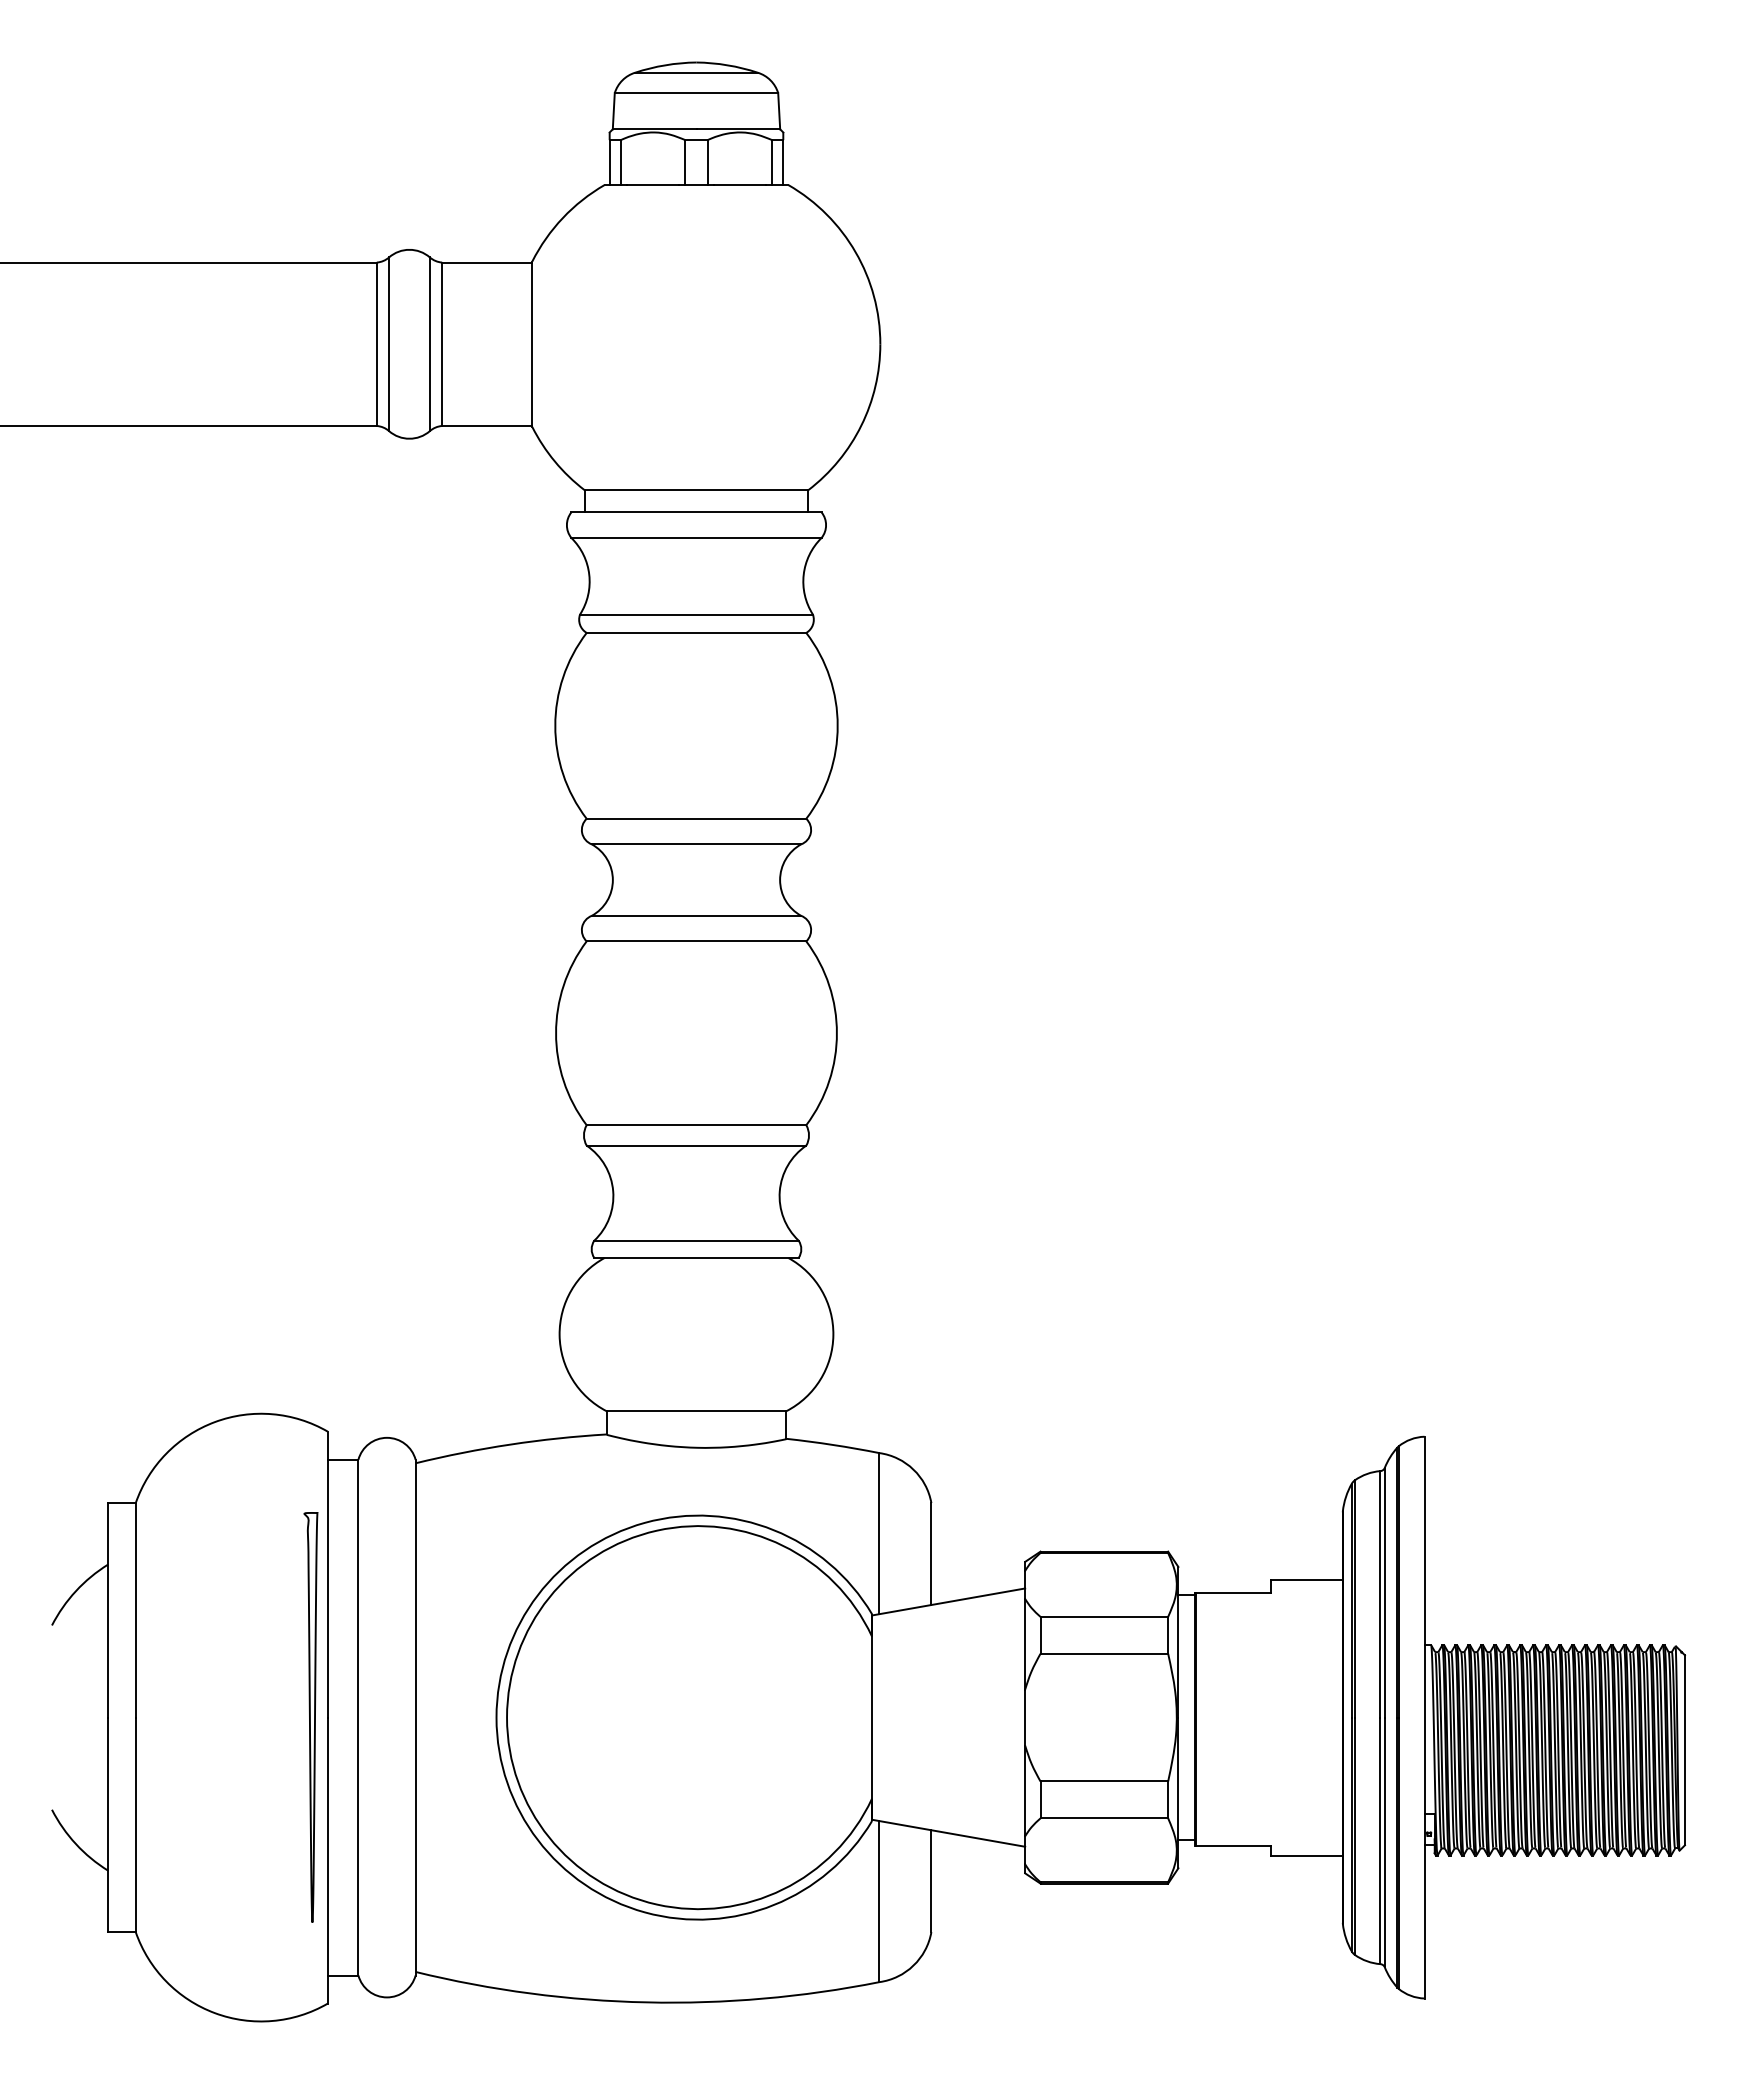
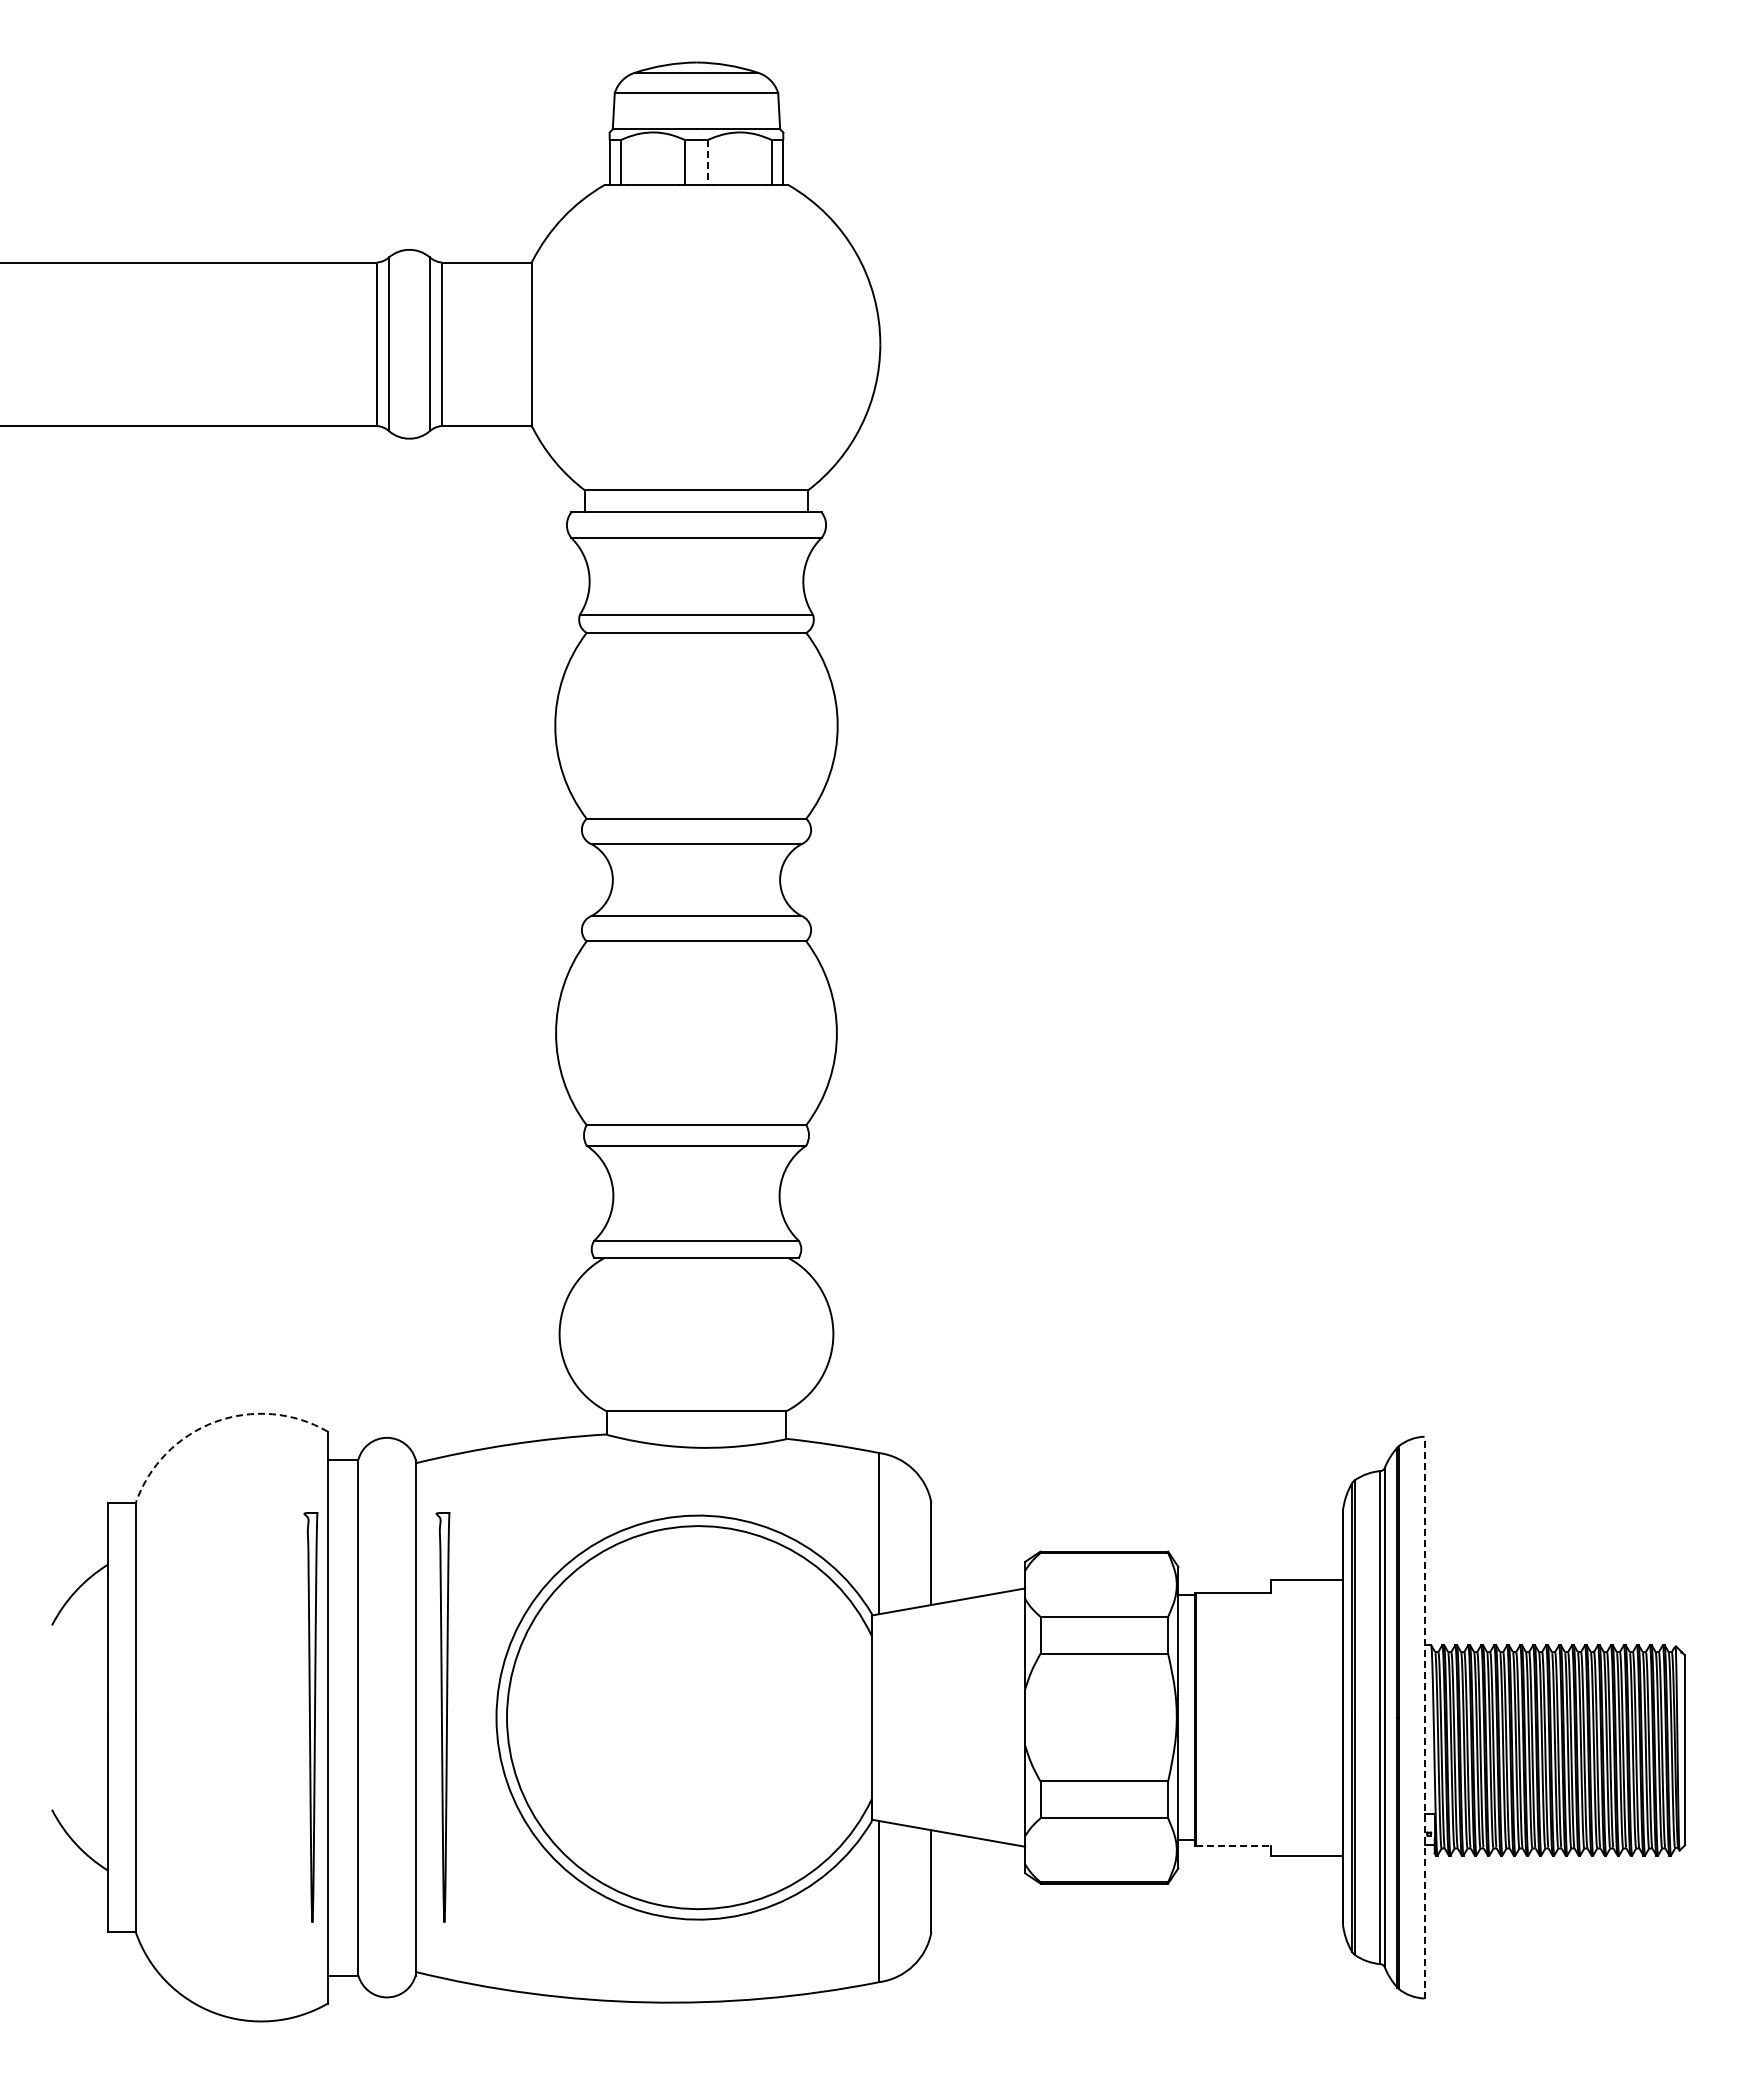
line at (707, 163): solid -> dashed
arc at (214, 1422): solid -> dashed
curve at (442, 1717): none -> present
line at (1424, 1717): solid -> dashed
line at (1233, 1845): solid -> dashed
